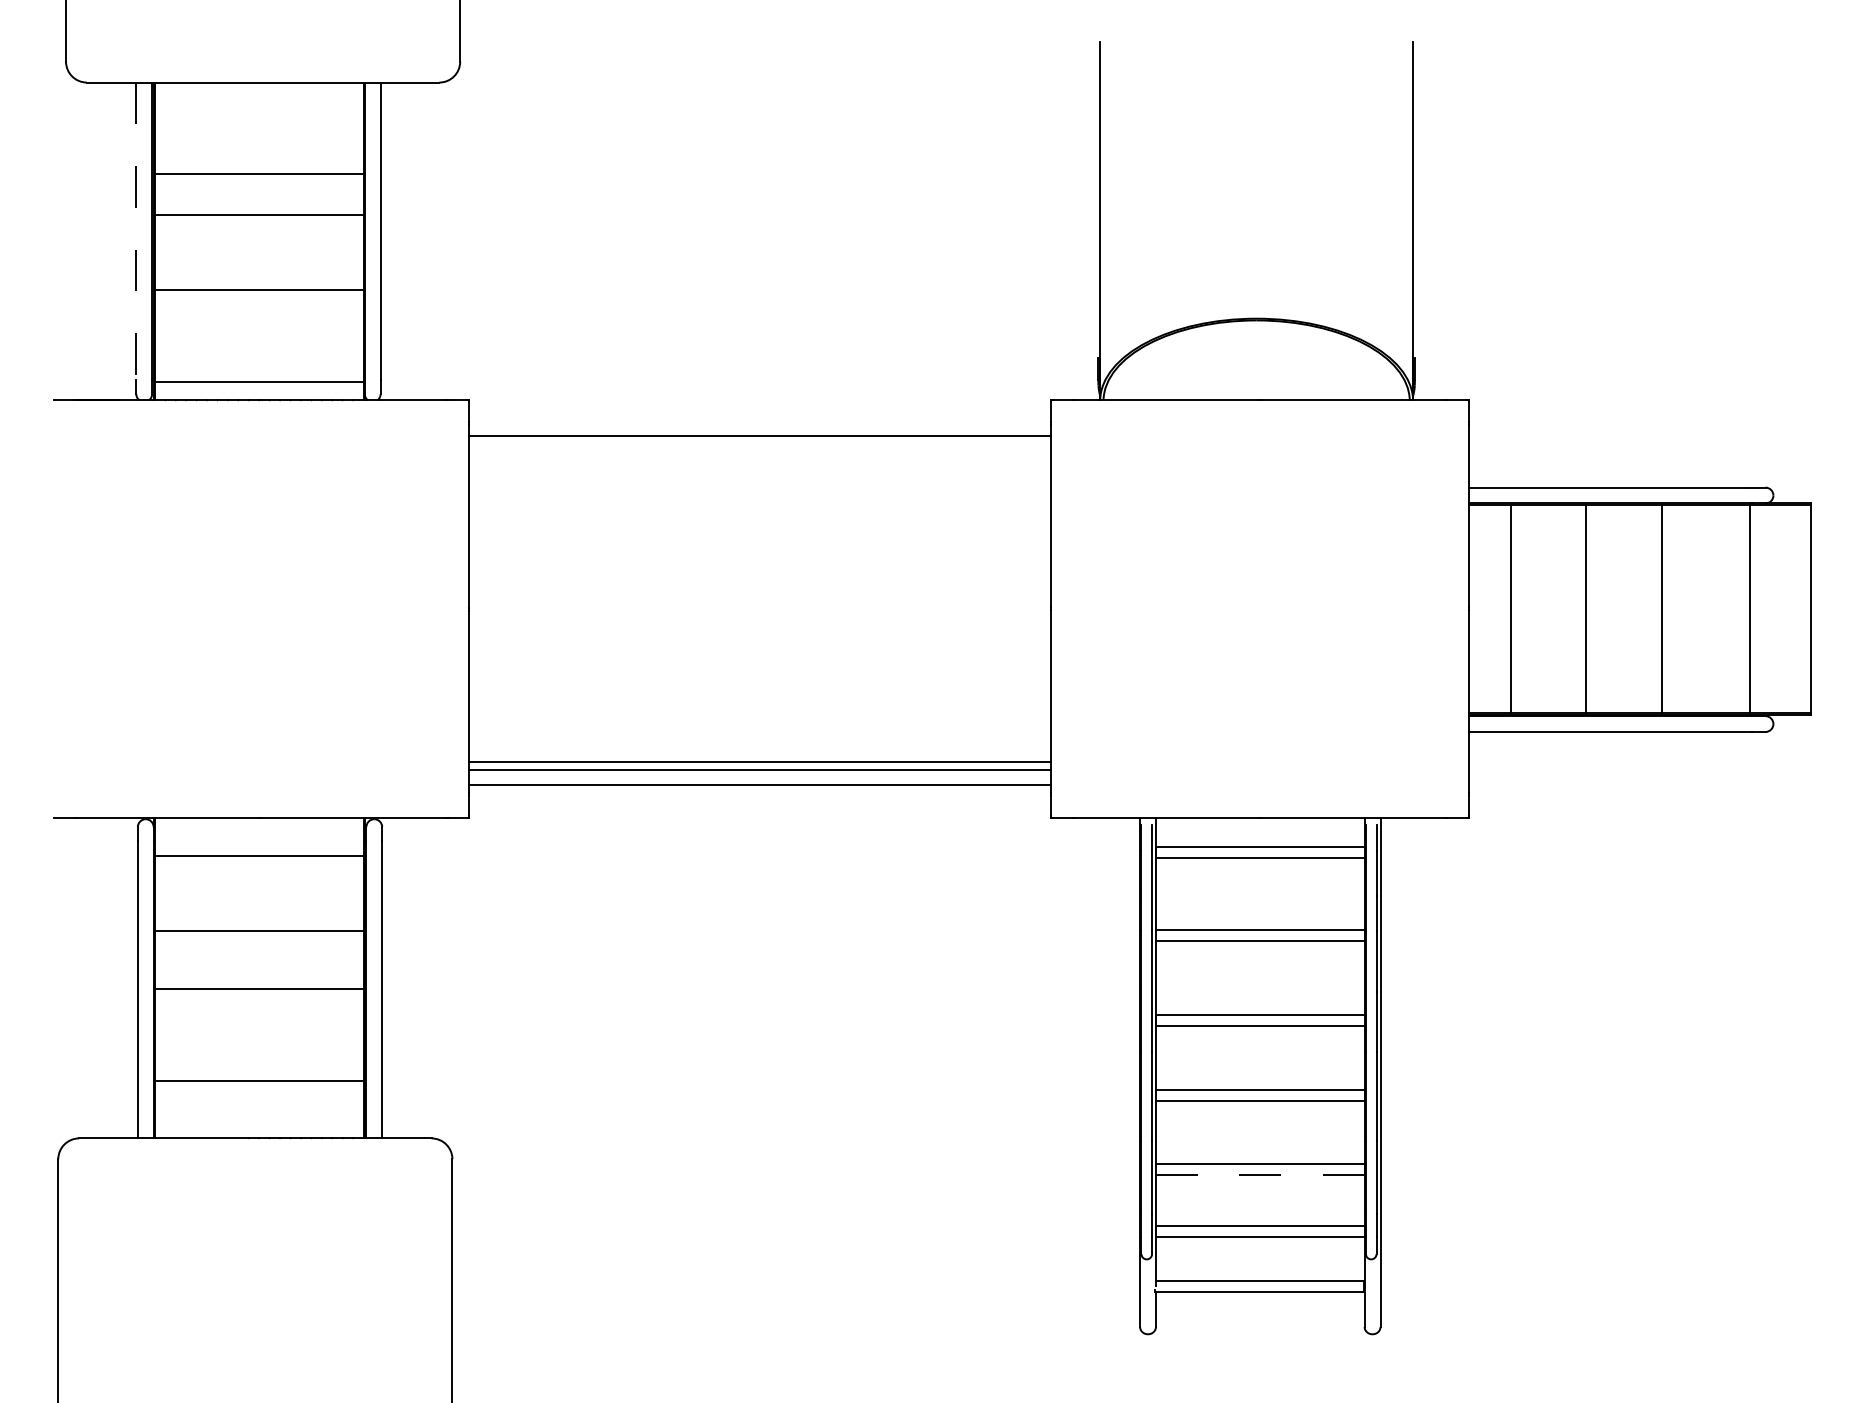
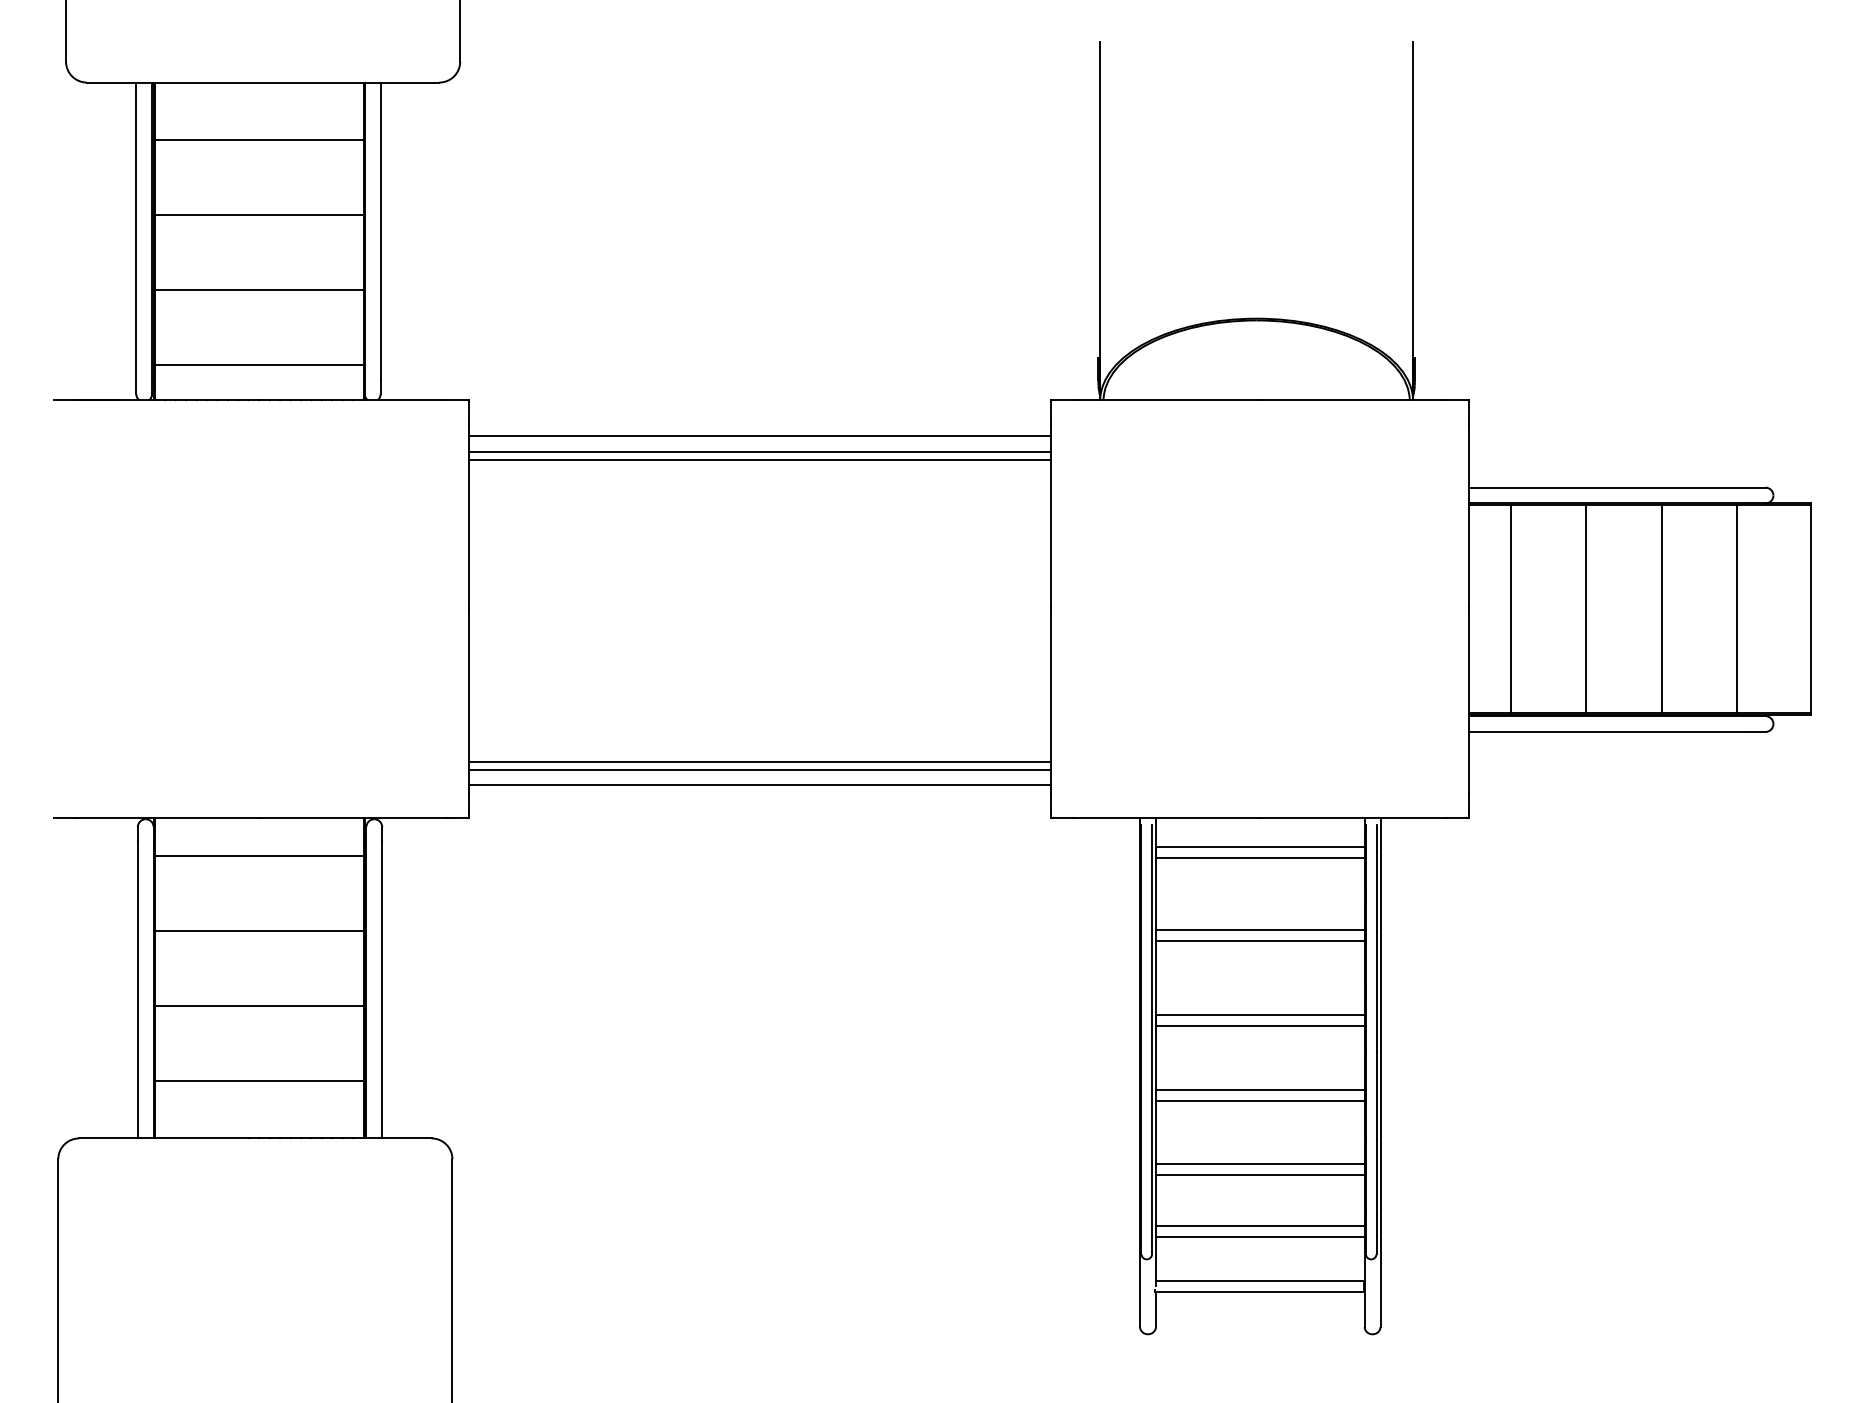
line at (258, 173) position: (258, 173) -> (258, 139)
line at (136, 231): dashed -> solid
line at (258, 382) position: (258, 382) -> (258, 365)
line at (760, 451): none -> present
line at (760, 459): none -> present
line at (1749, 608) position: (1749, 608) -> (1736, 608)
line at (258, 989) position: (258, 989) -> (258, 1006)
line at (1259, 1174): dashed -> solid
